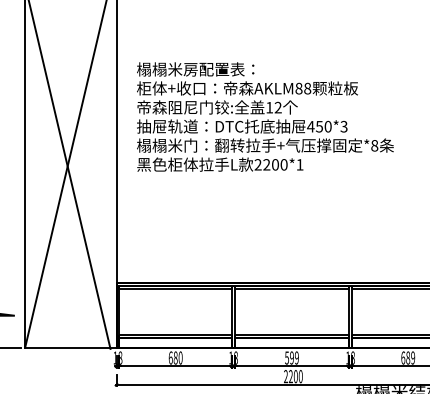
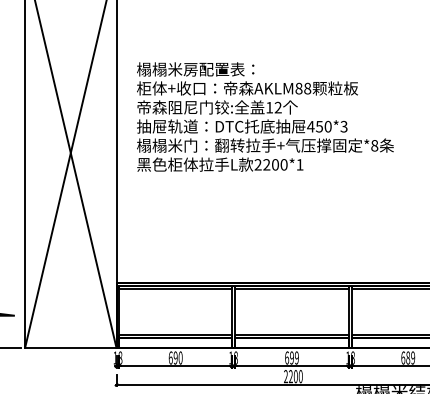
line at (69, 175) position: (69, 175) -> (75, 174)
text at (175, 357): 680 -> 690
text at (286, 357): 599 -> 699
